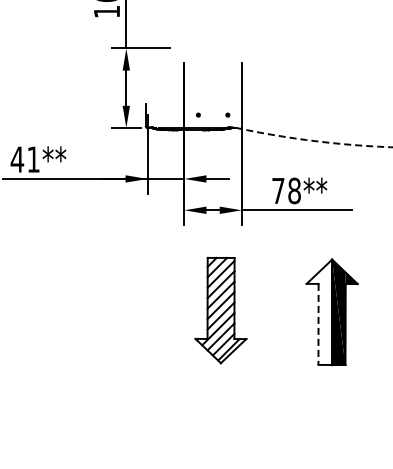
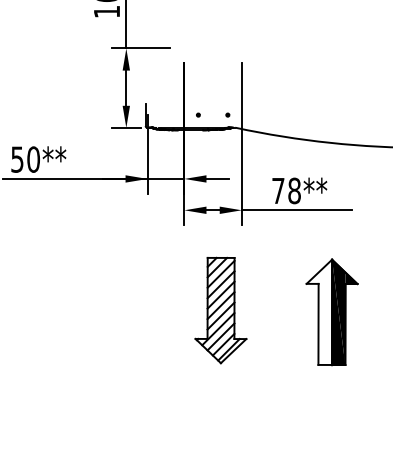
arc at (313, 140): dashed -> solid
text at (24, 159): 41** -> 50**
line at (318, 324): dashed -> solid
